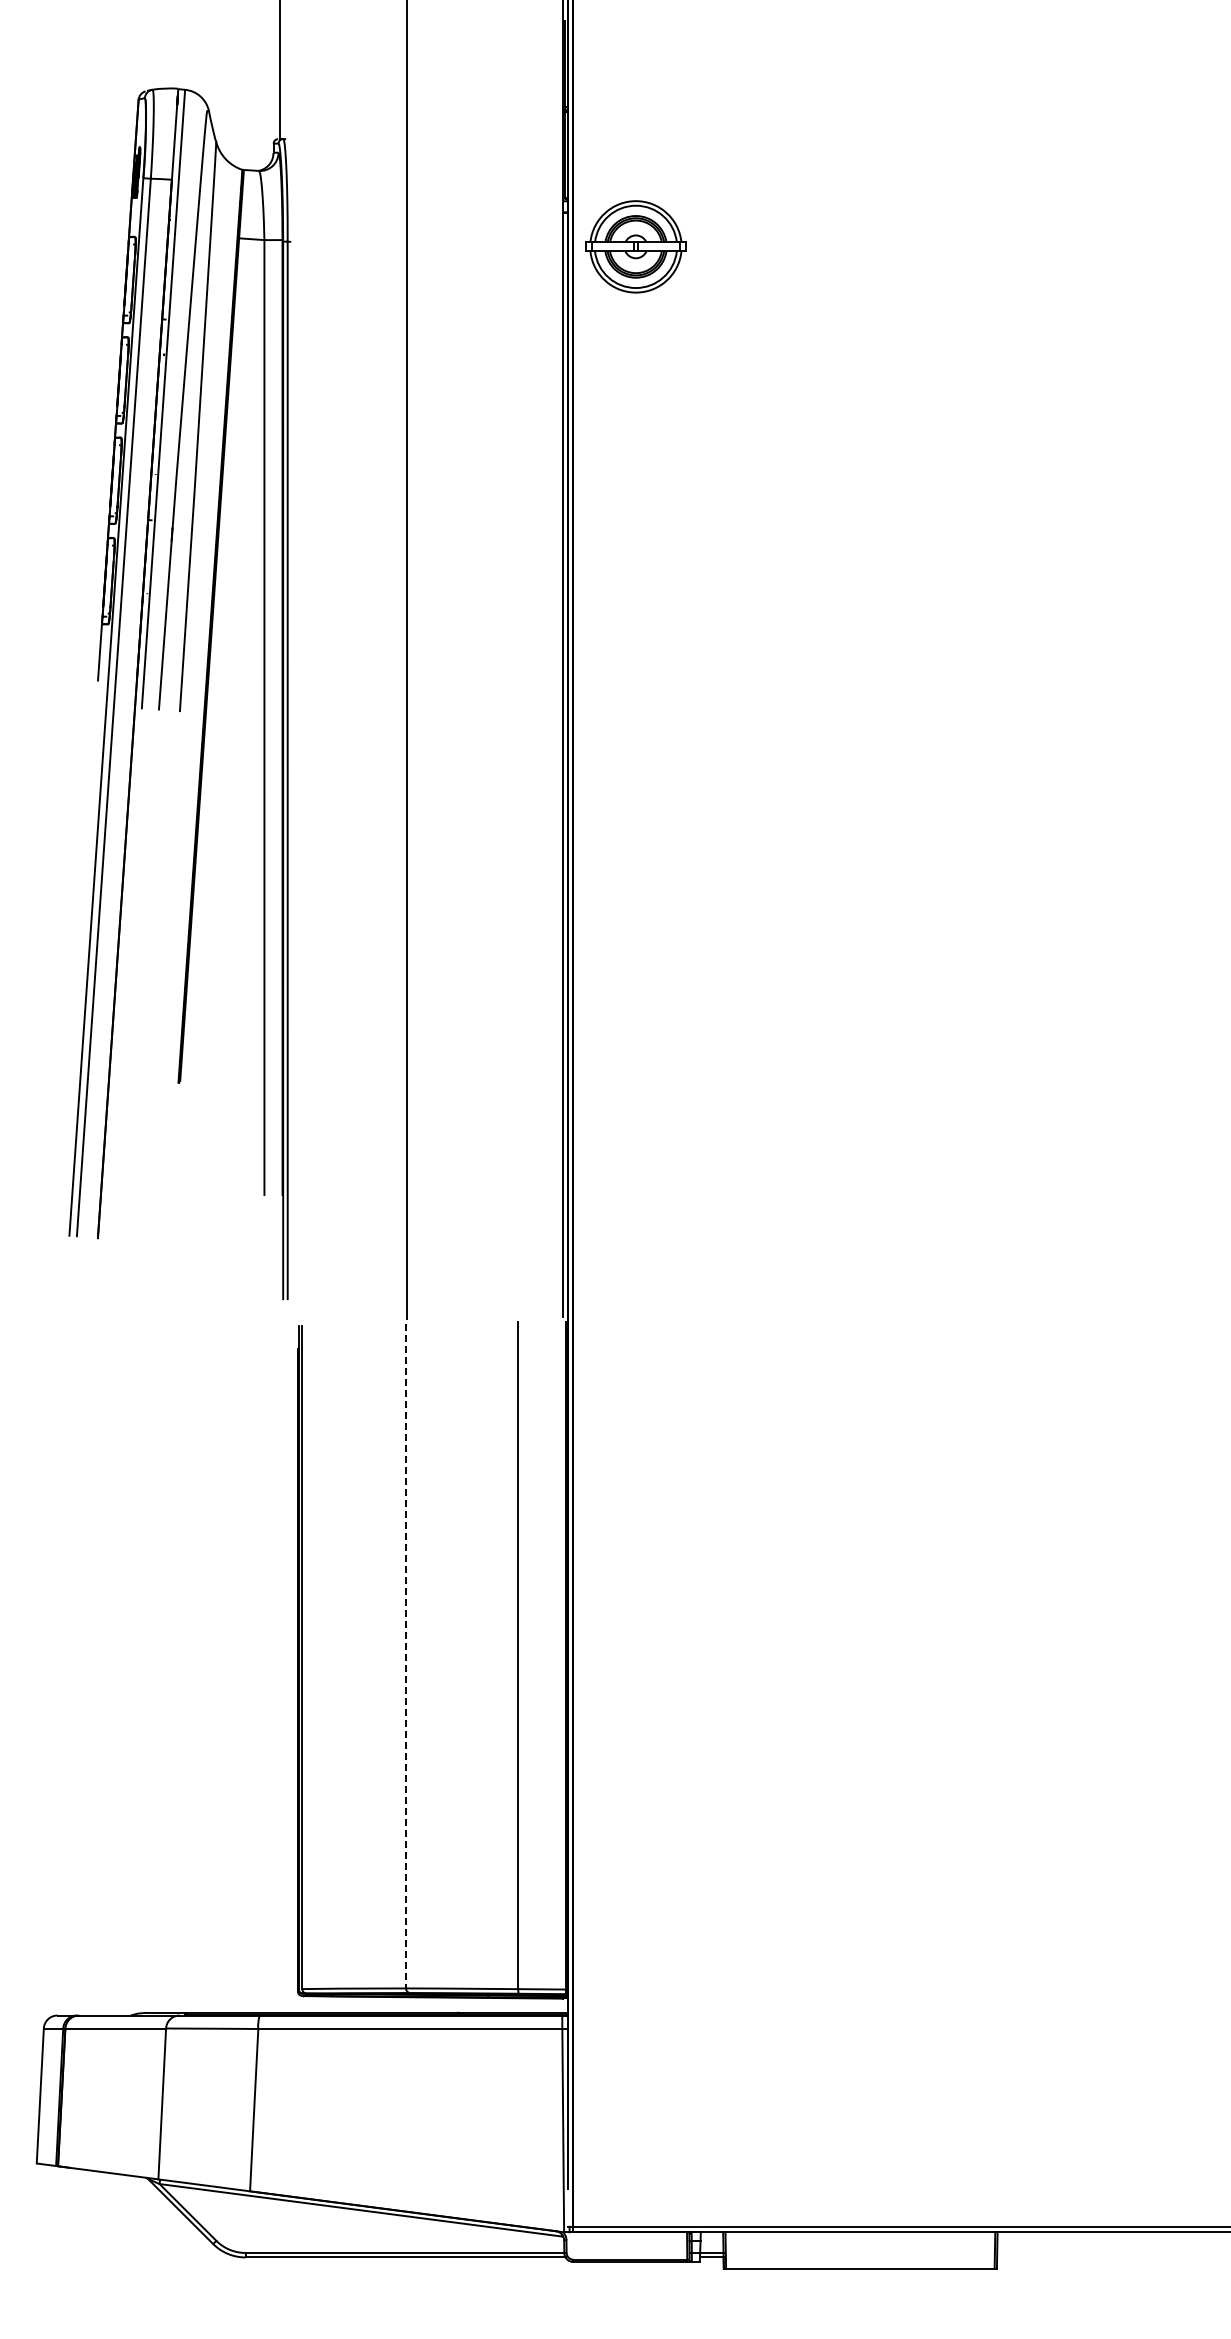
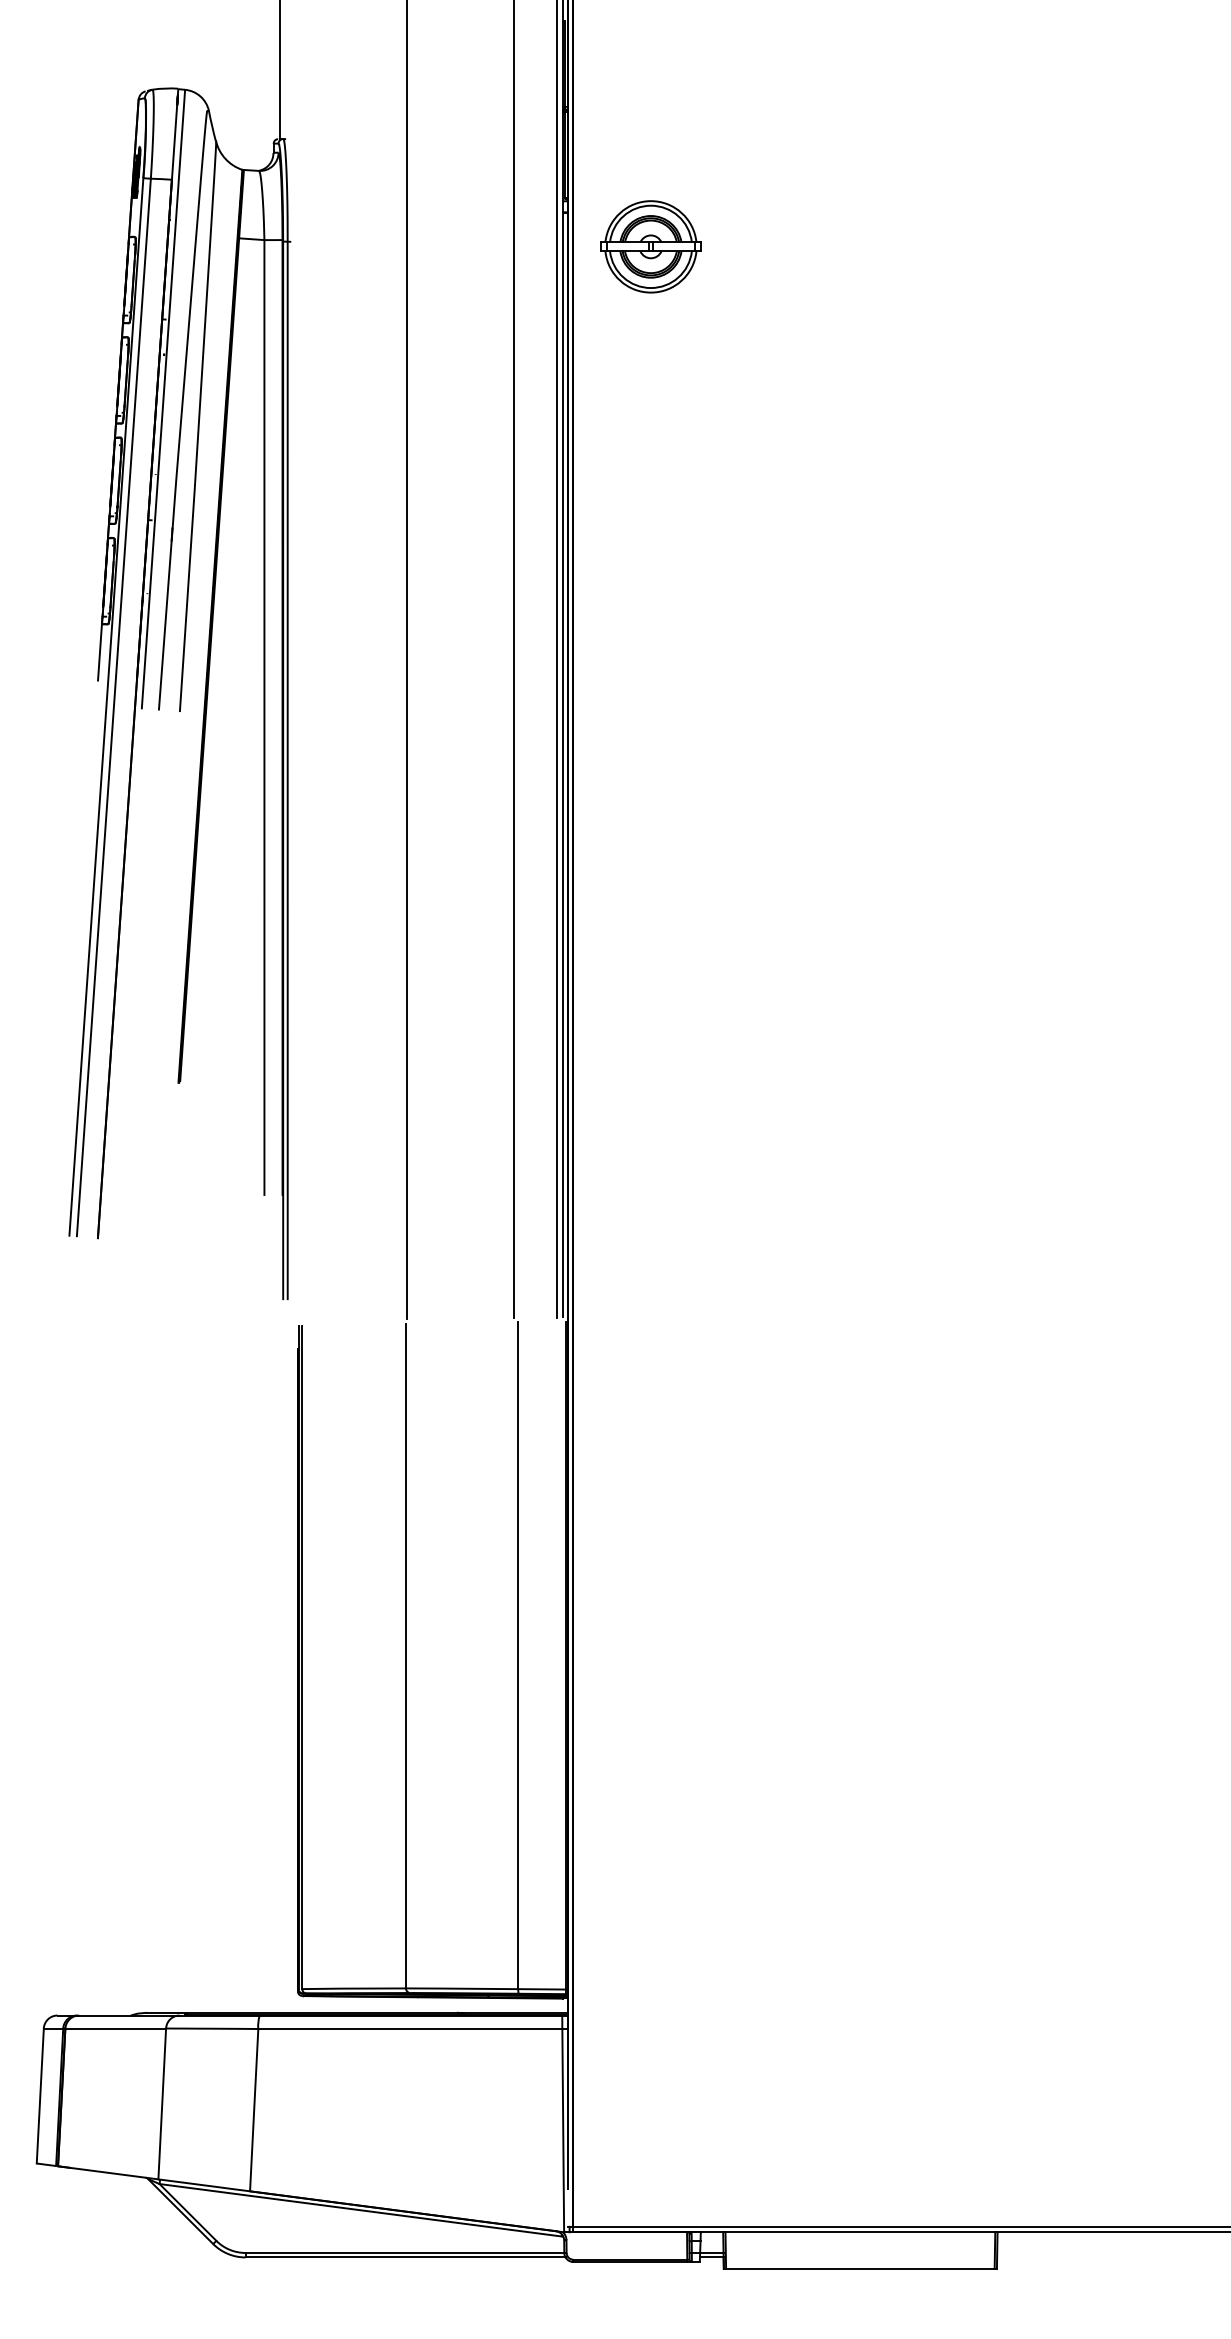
part at (635, 246) position: (635, 246) -> (650, 246)
line at (514, 659): none -> present
line at (557, 659): none -> present
line at (406, 1656): dashed -> solid
